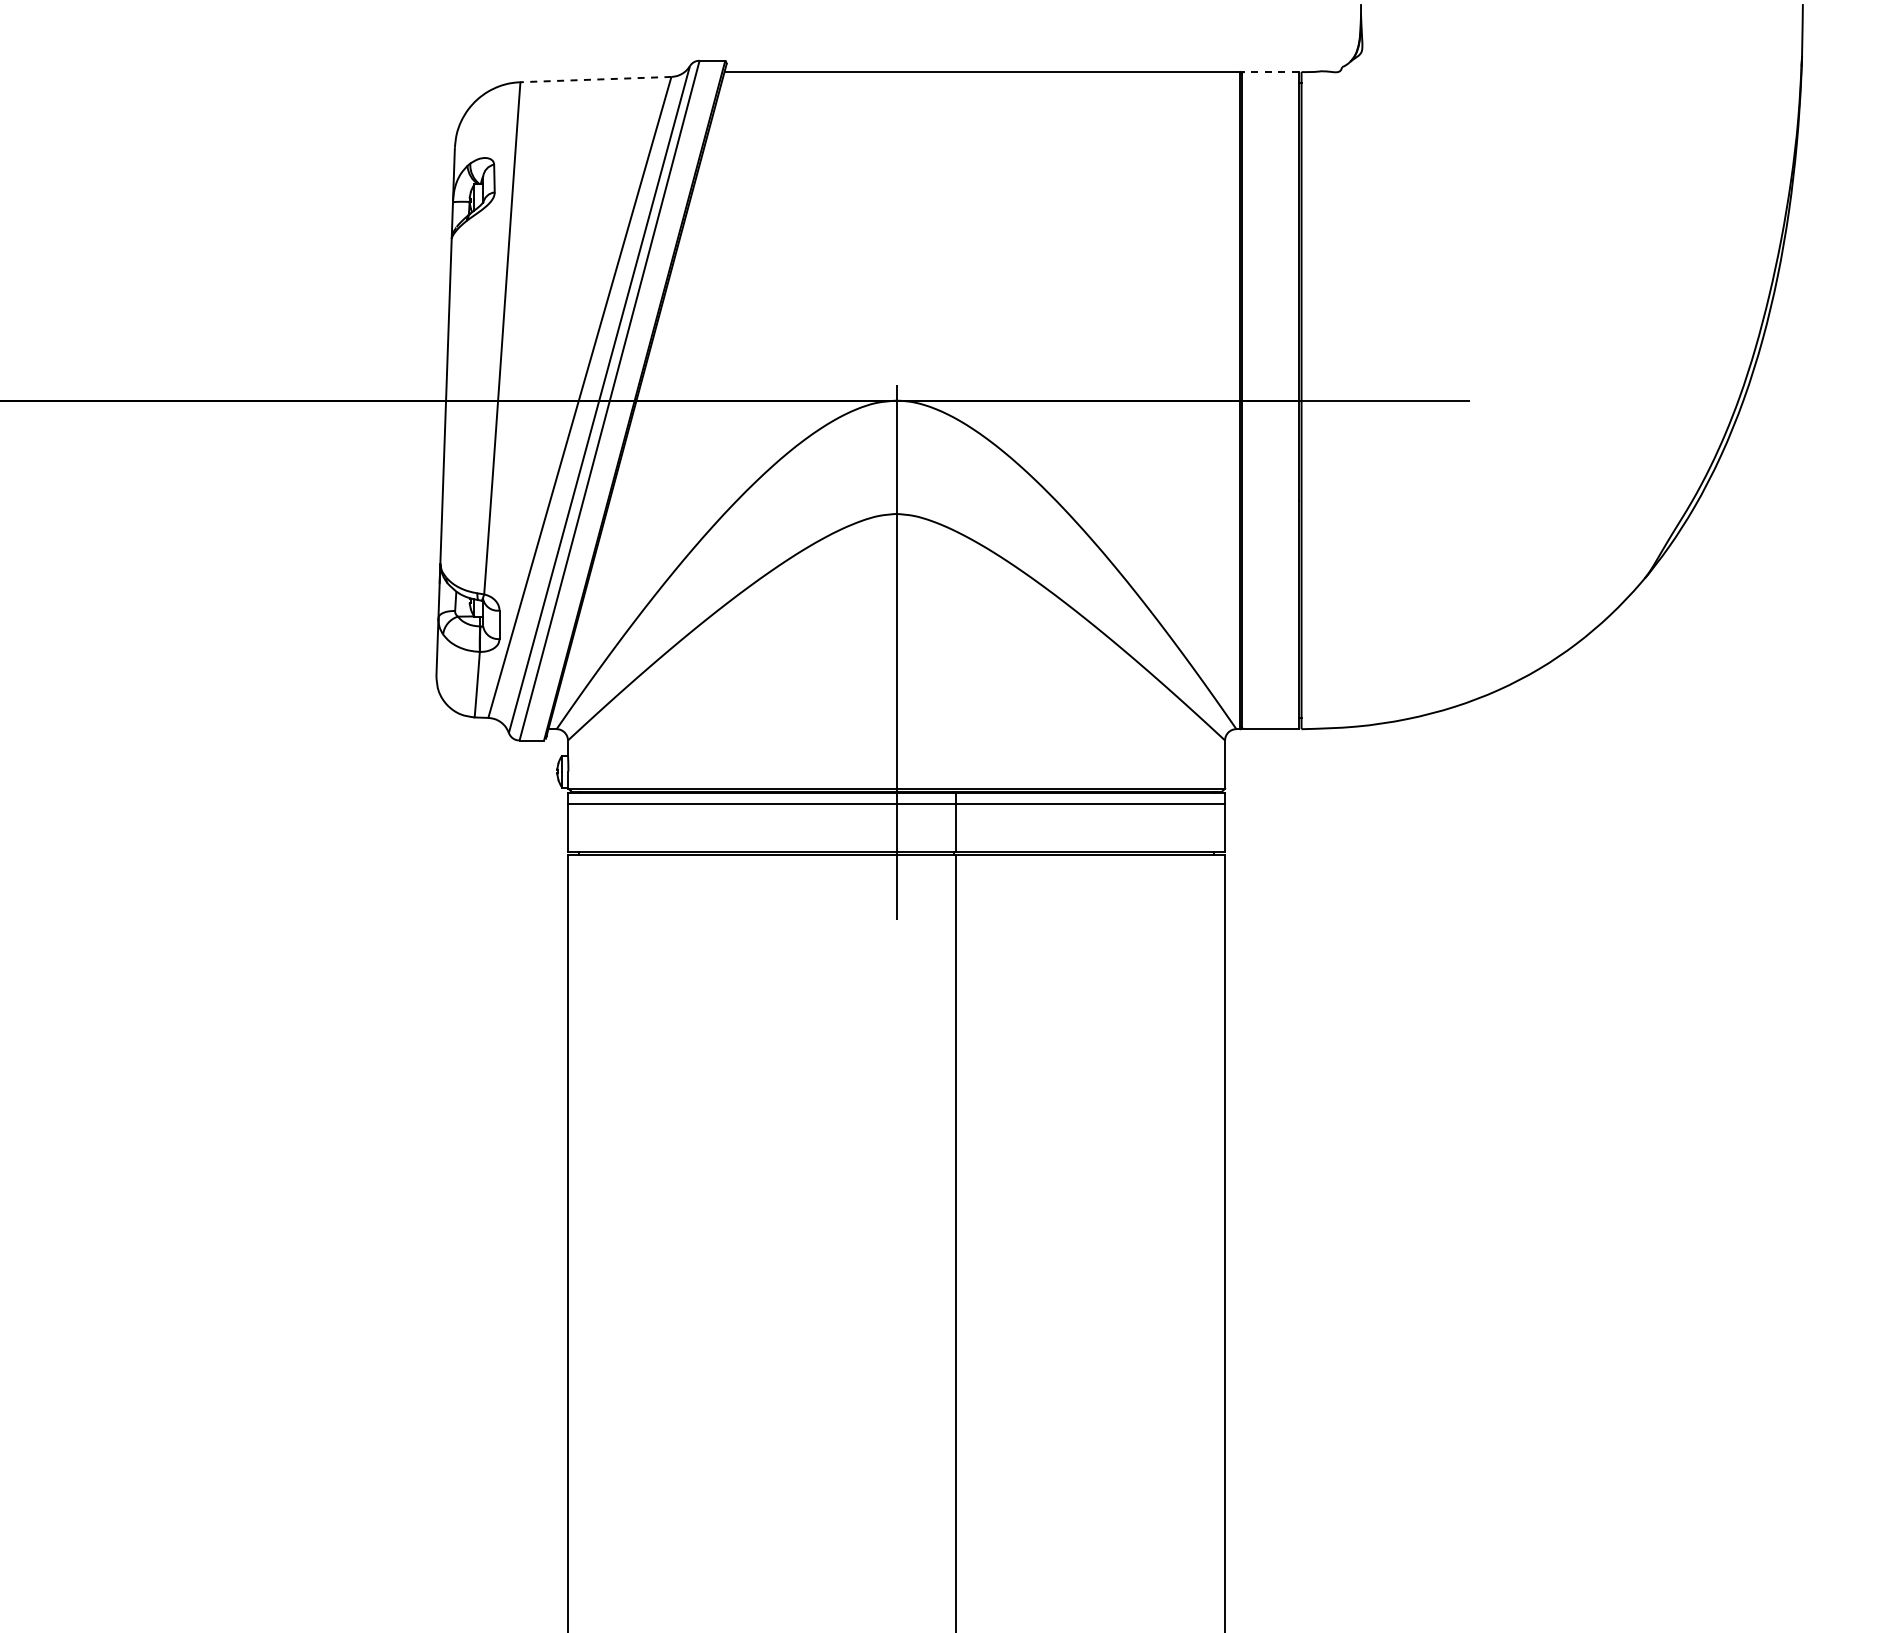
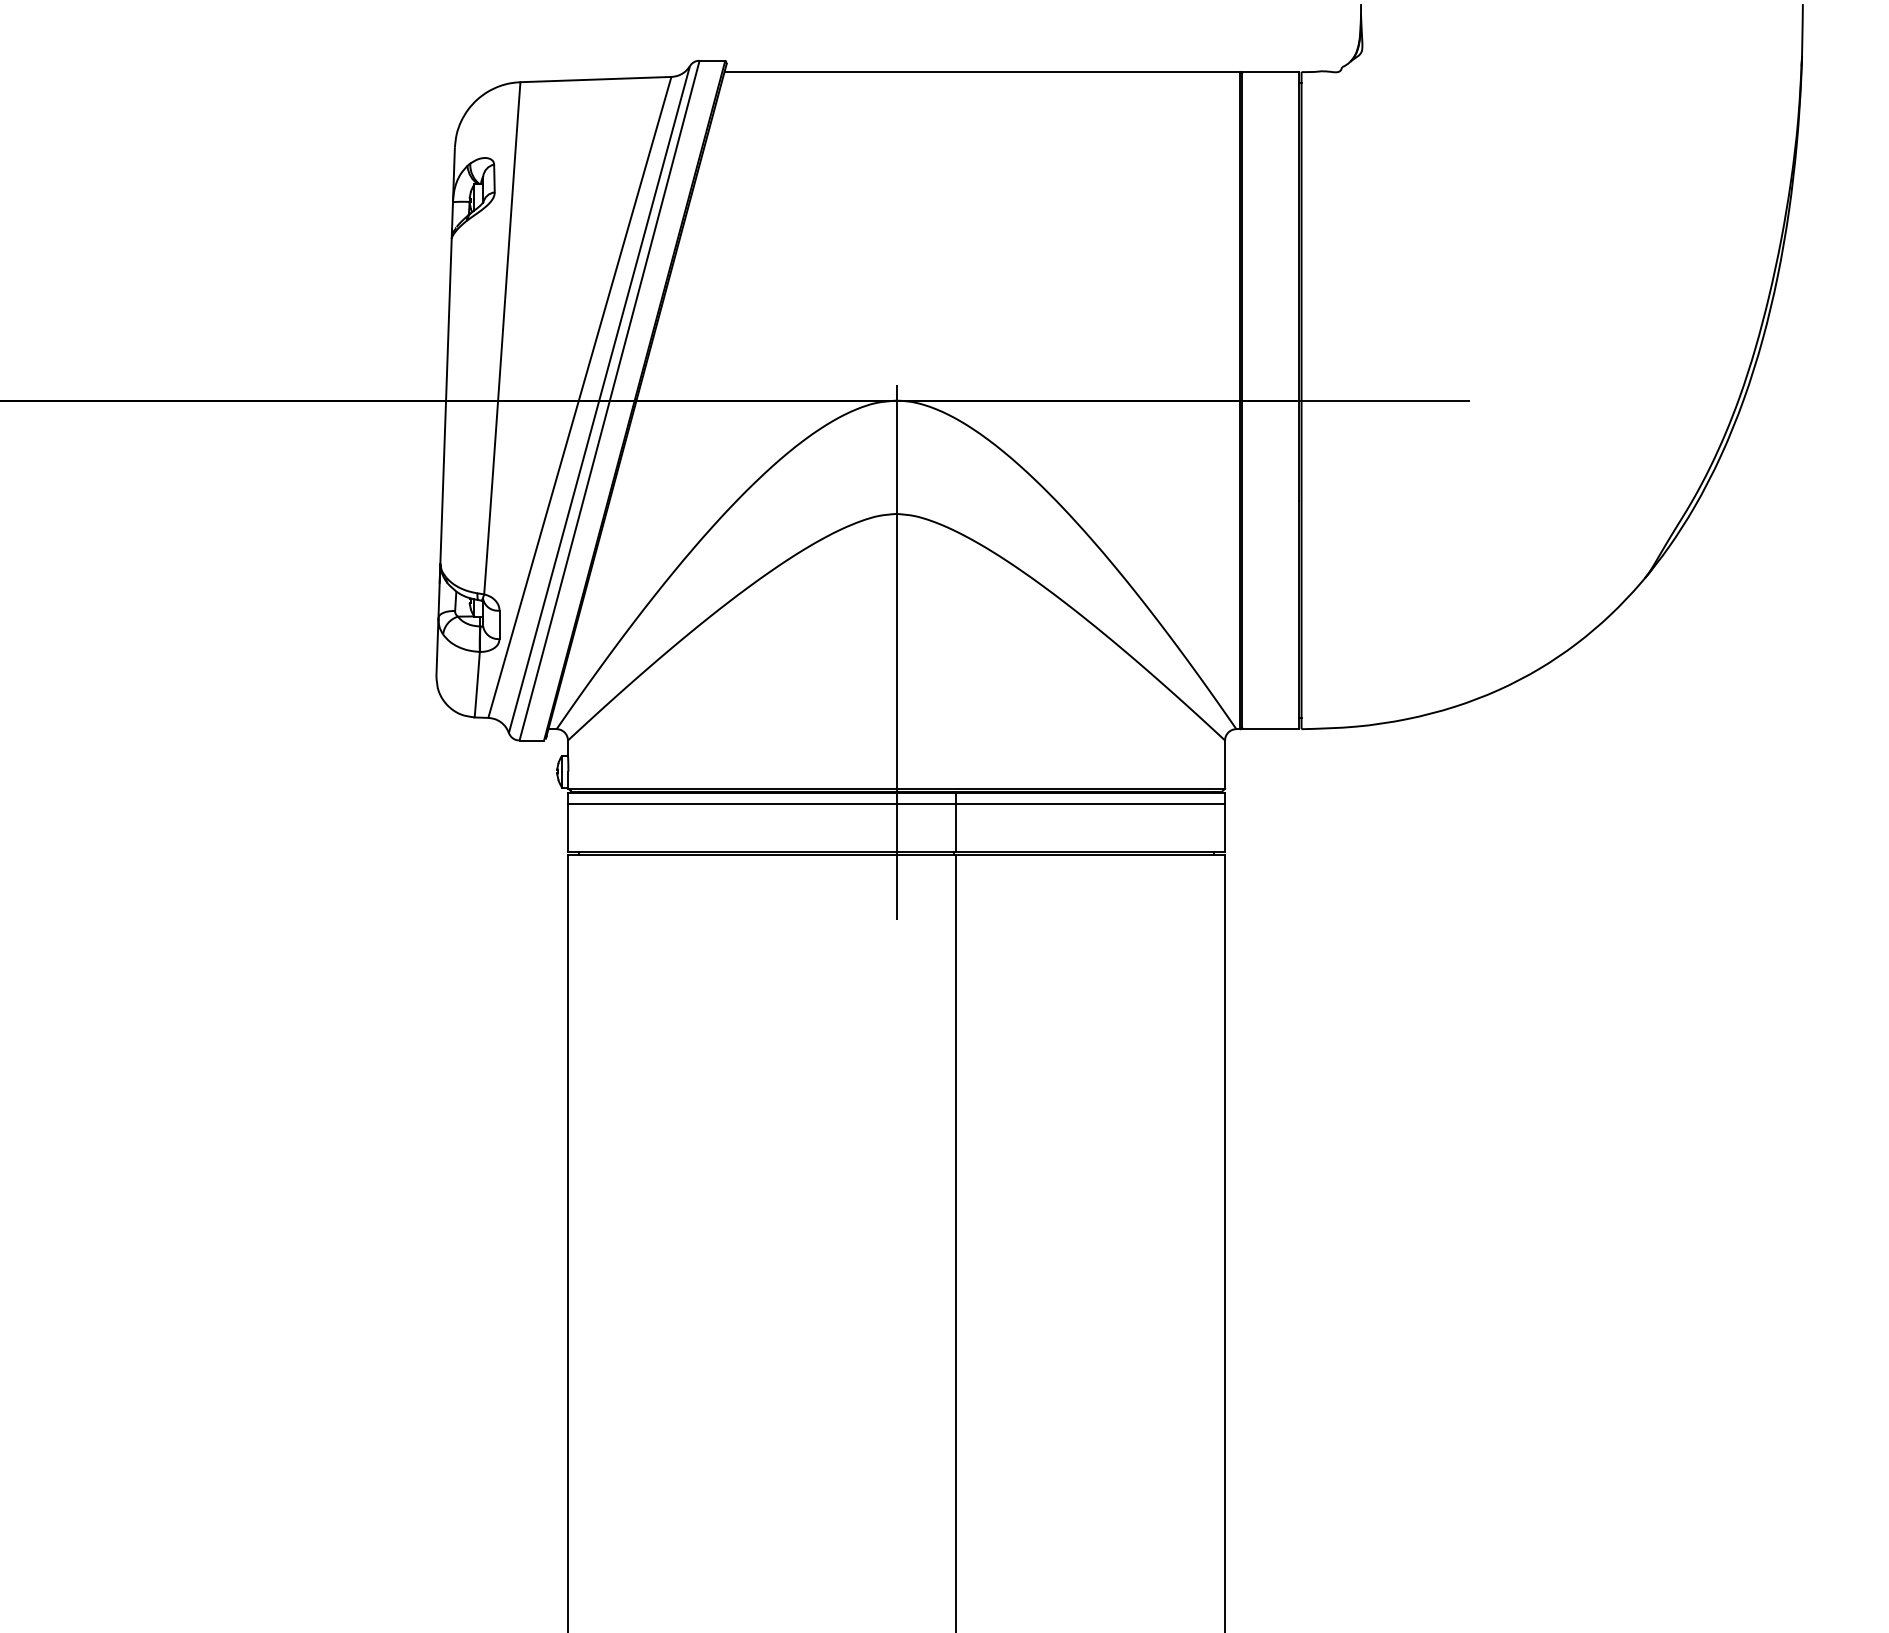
line at (1269, 72): dashed -> solid
line at (595, 79): dashed -> solid
